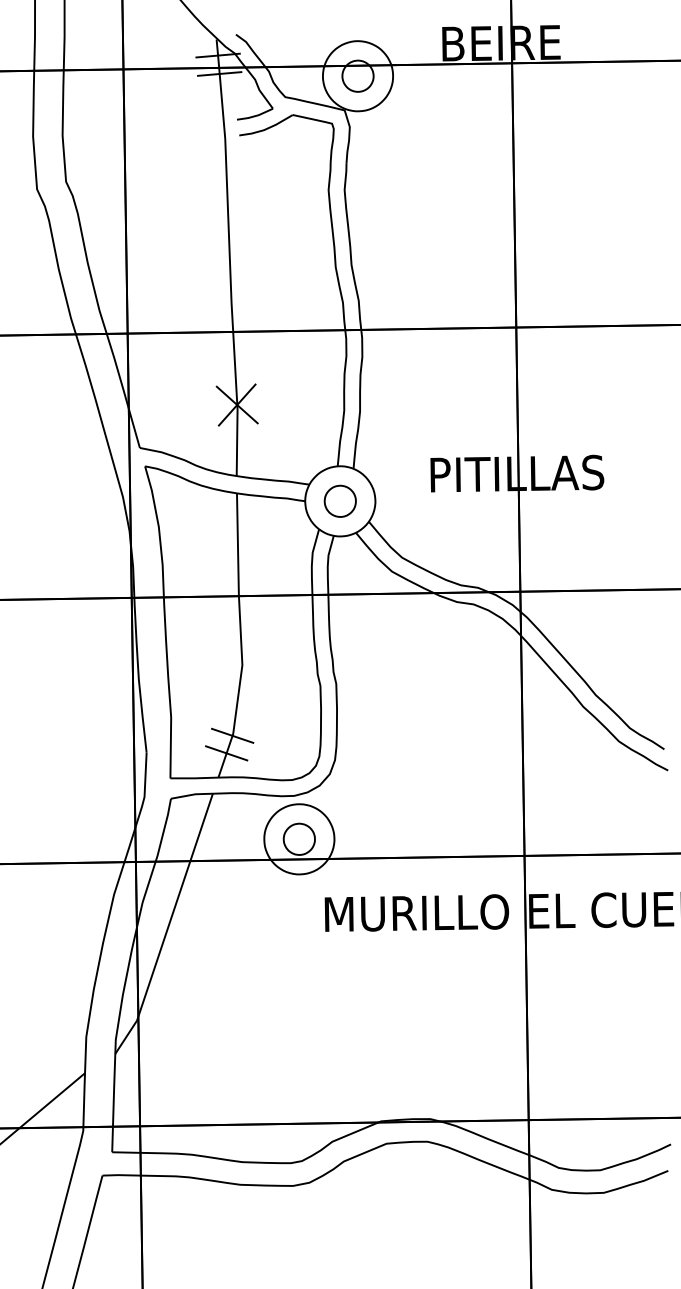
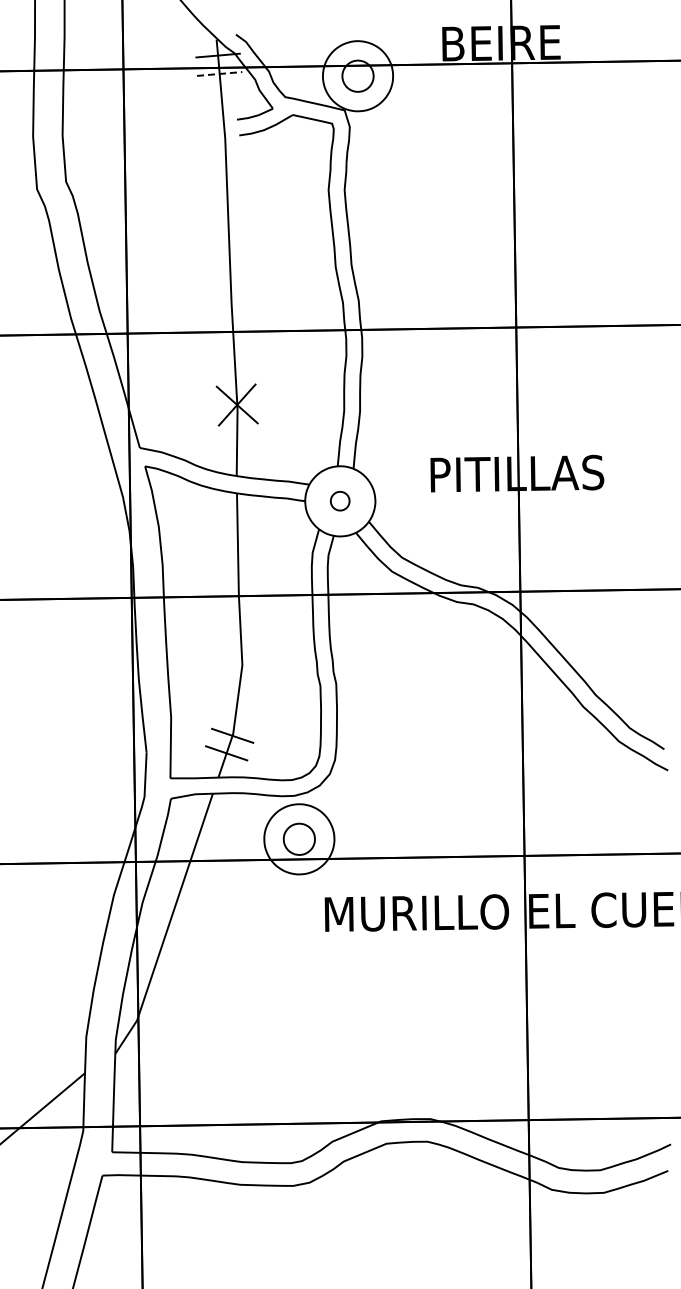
line at (219, 73): solid -> dashed
part at (339, 500) size: 34x34 px -> 21x22 px
